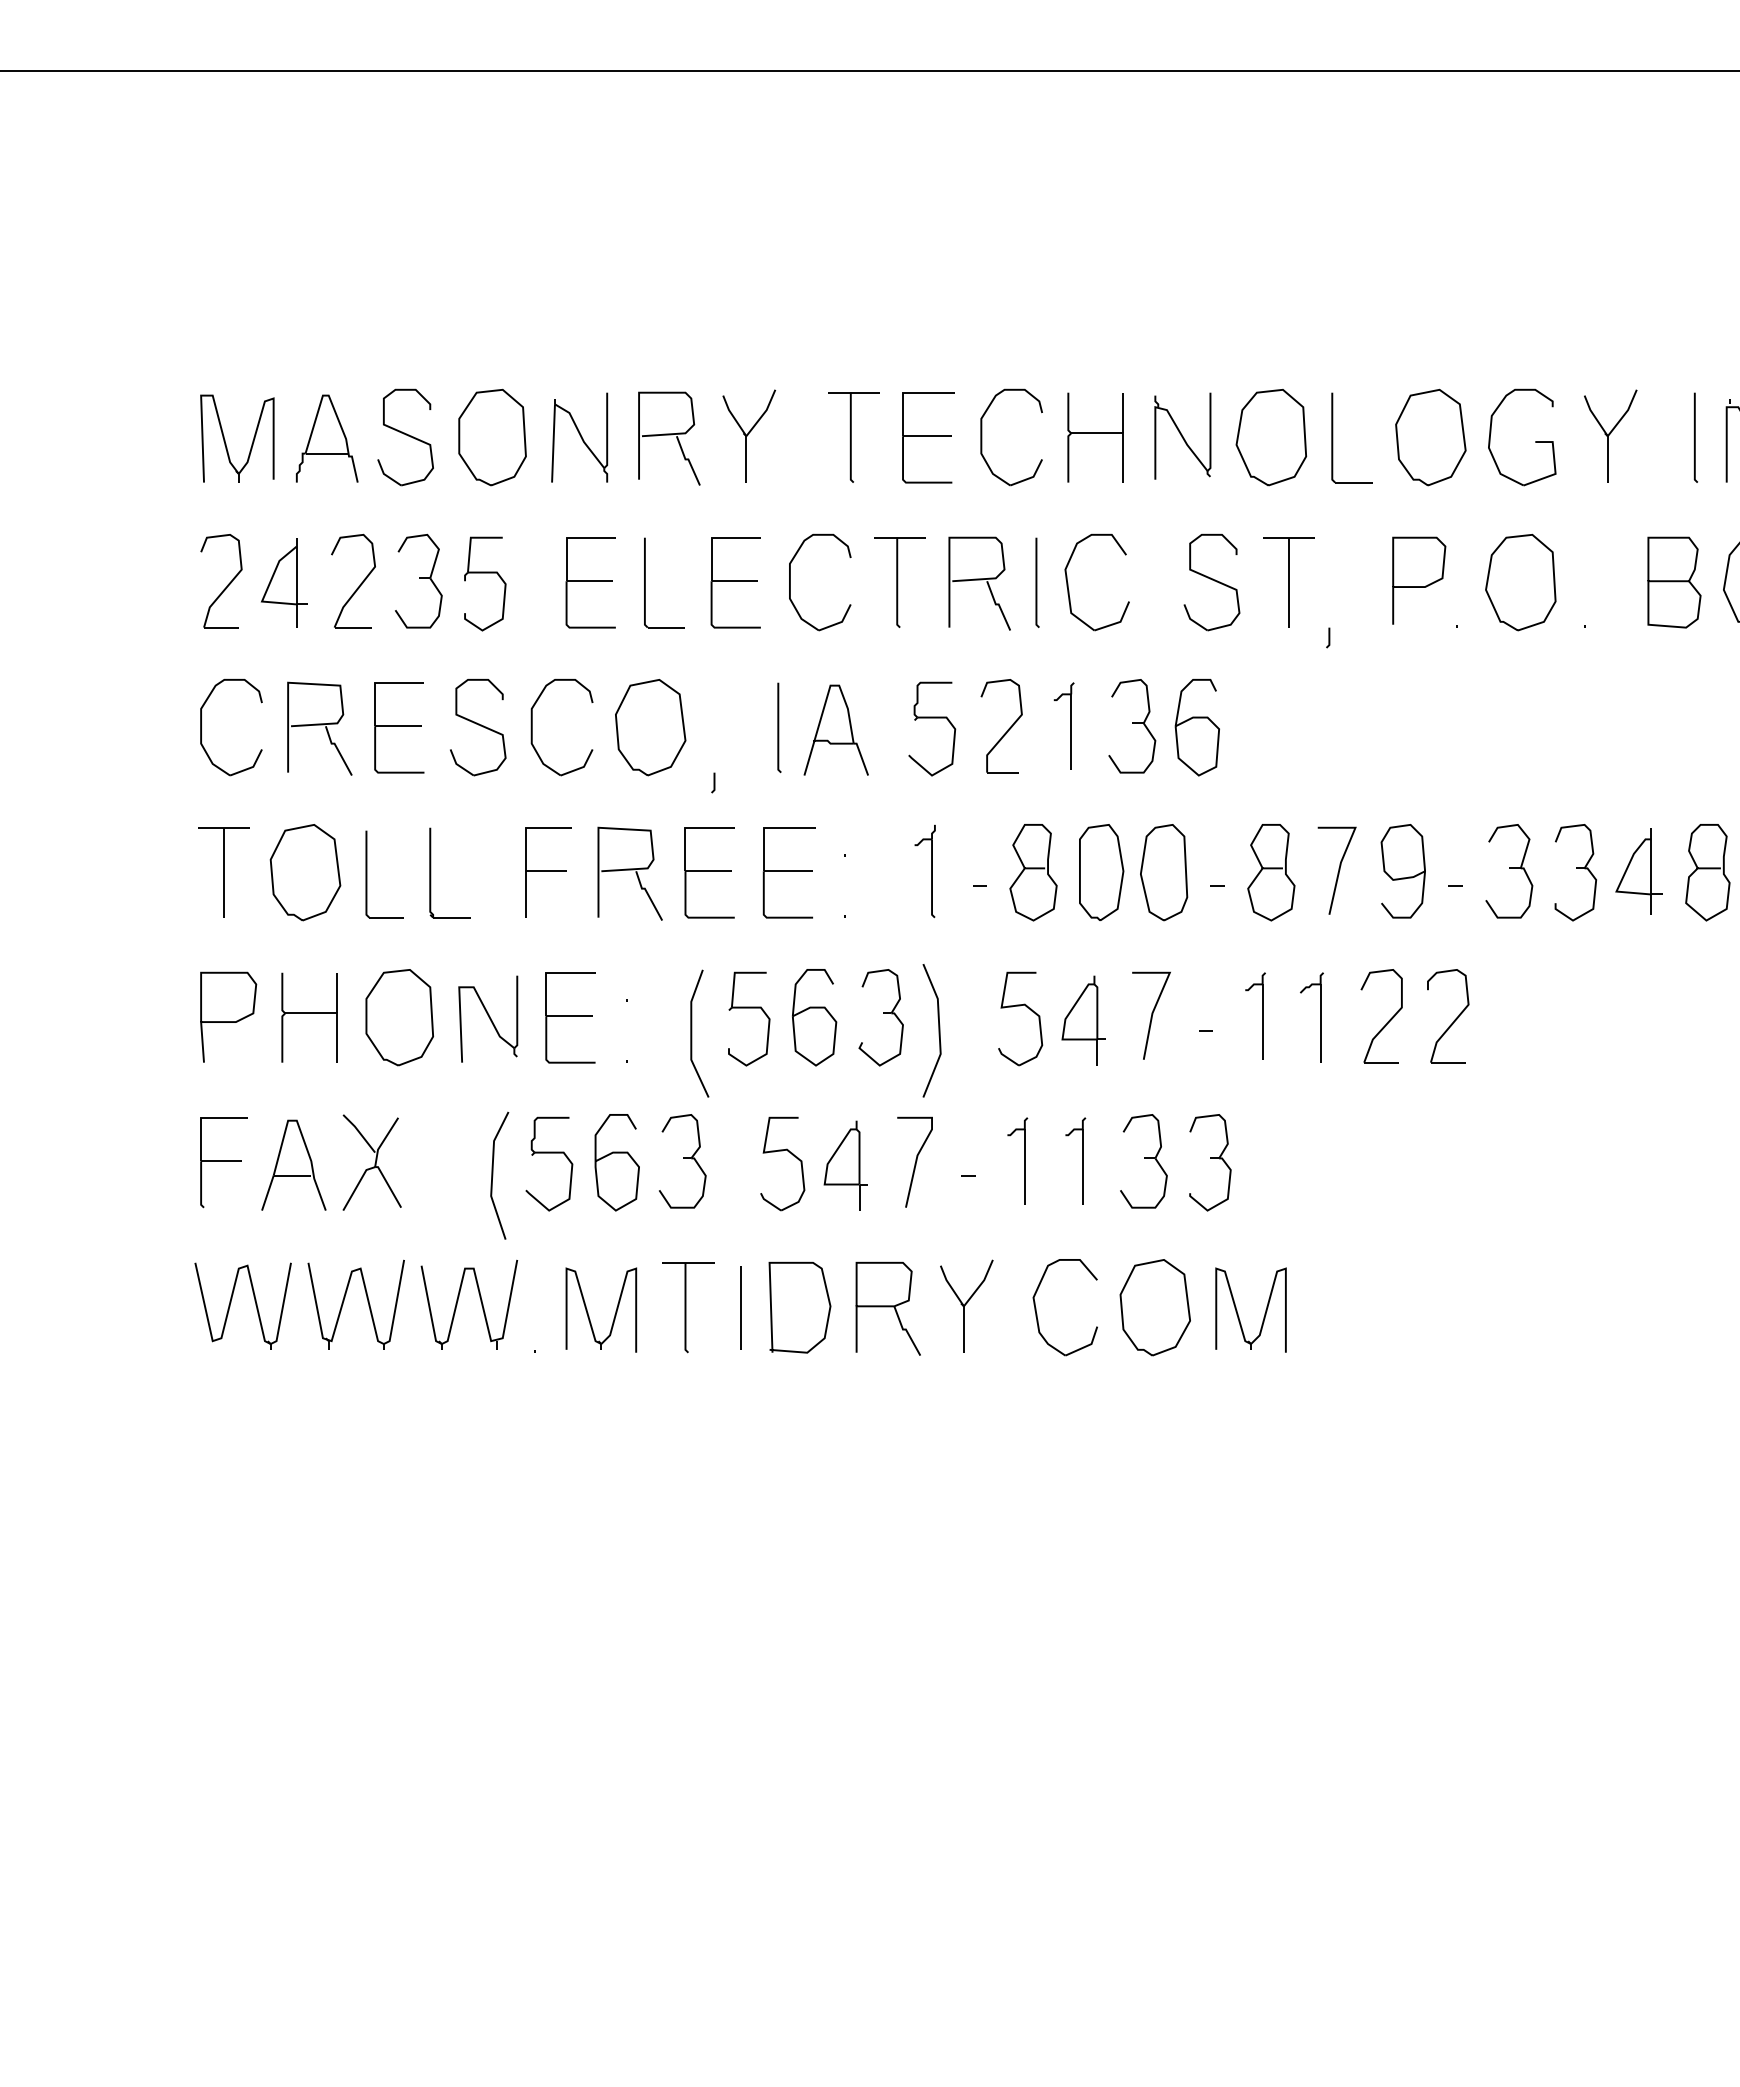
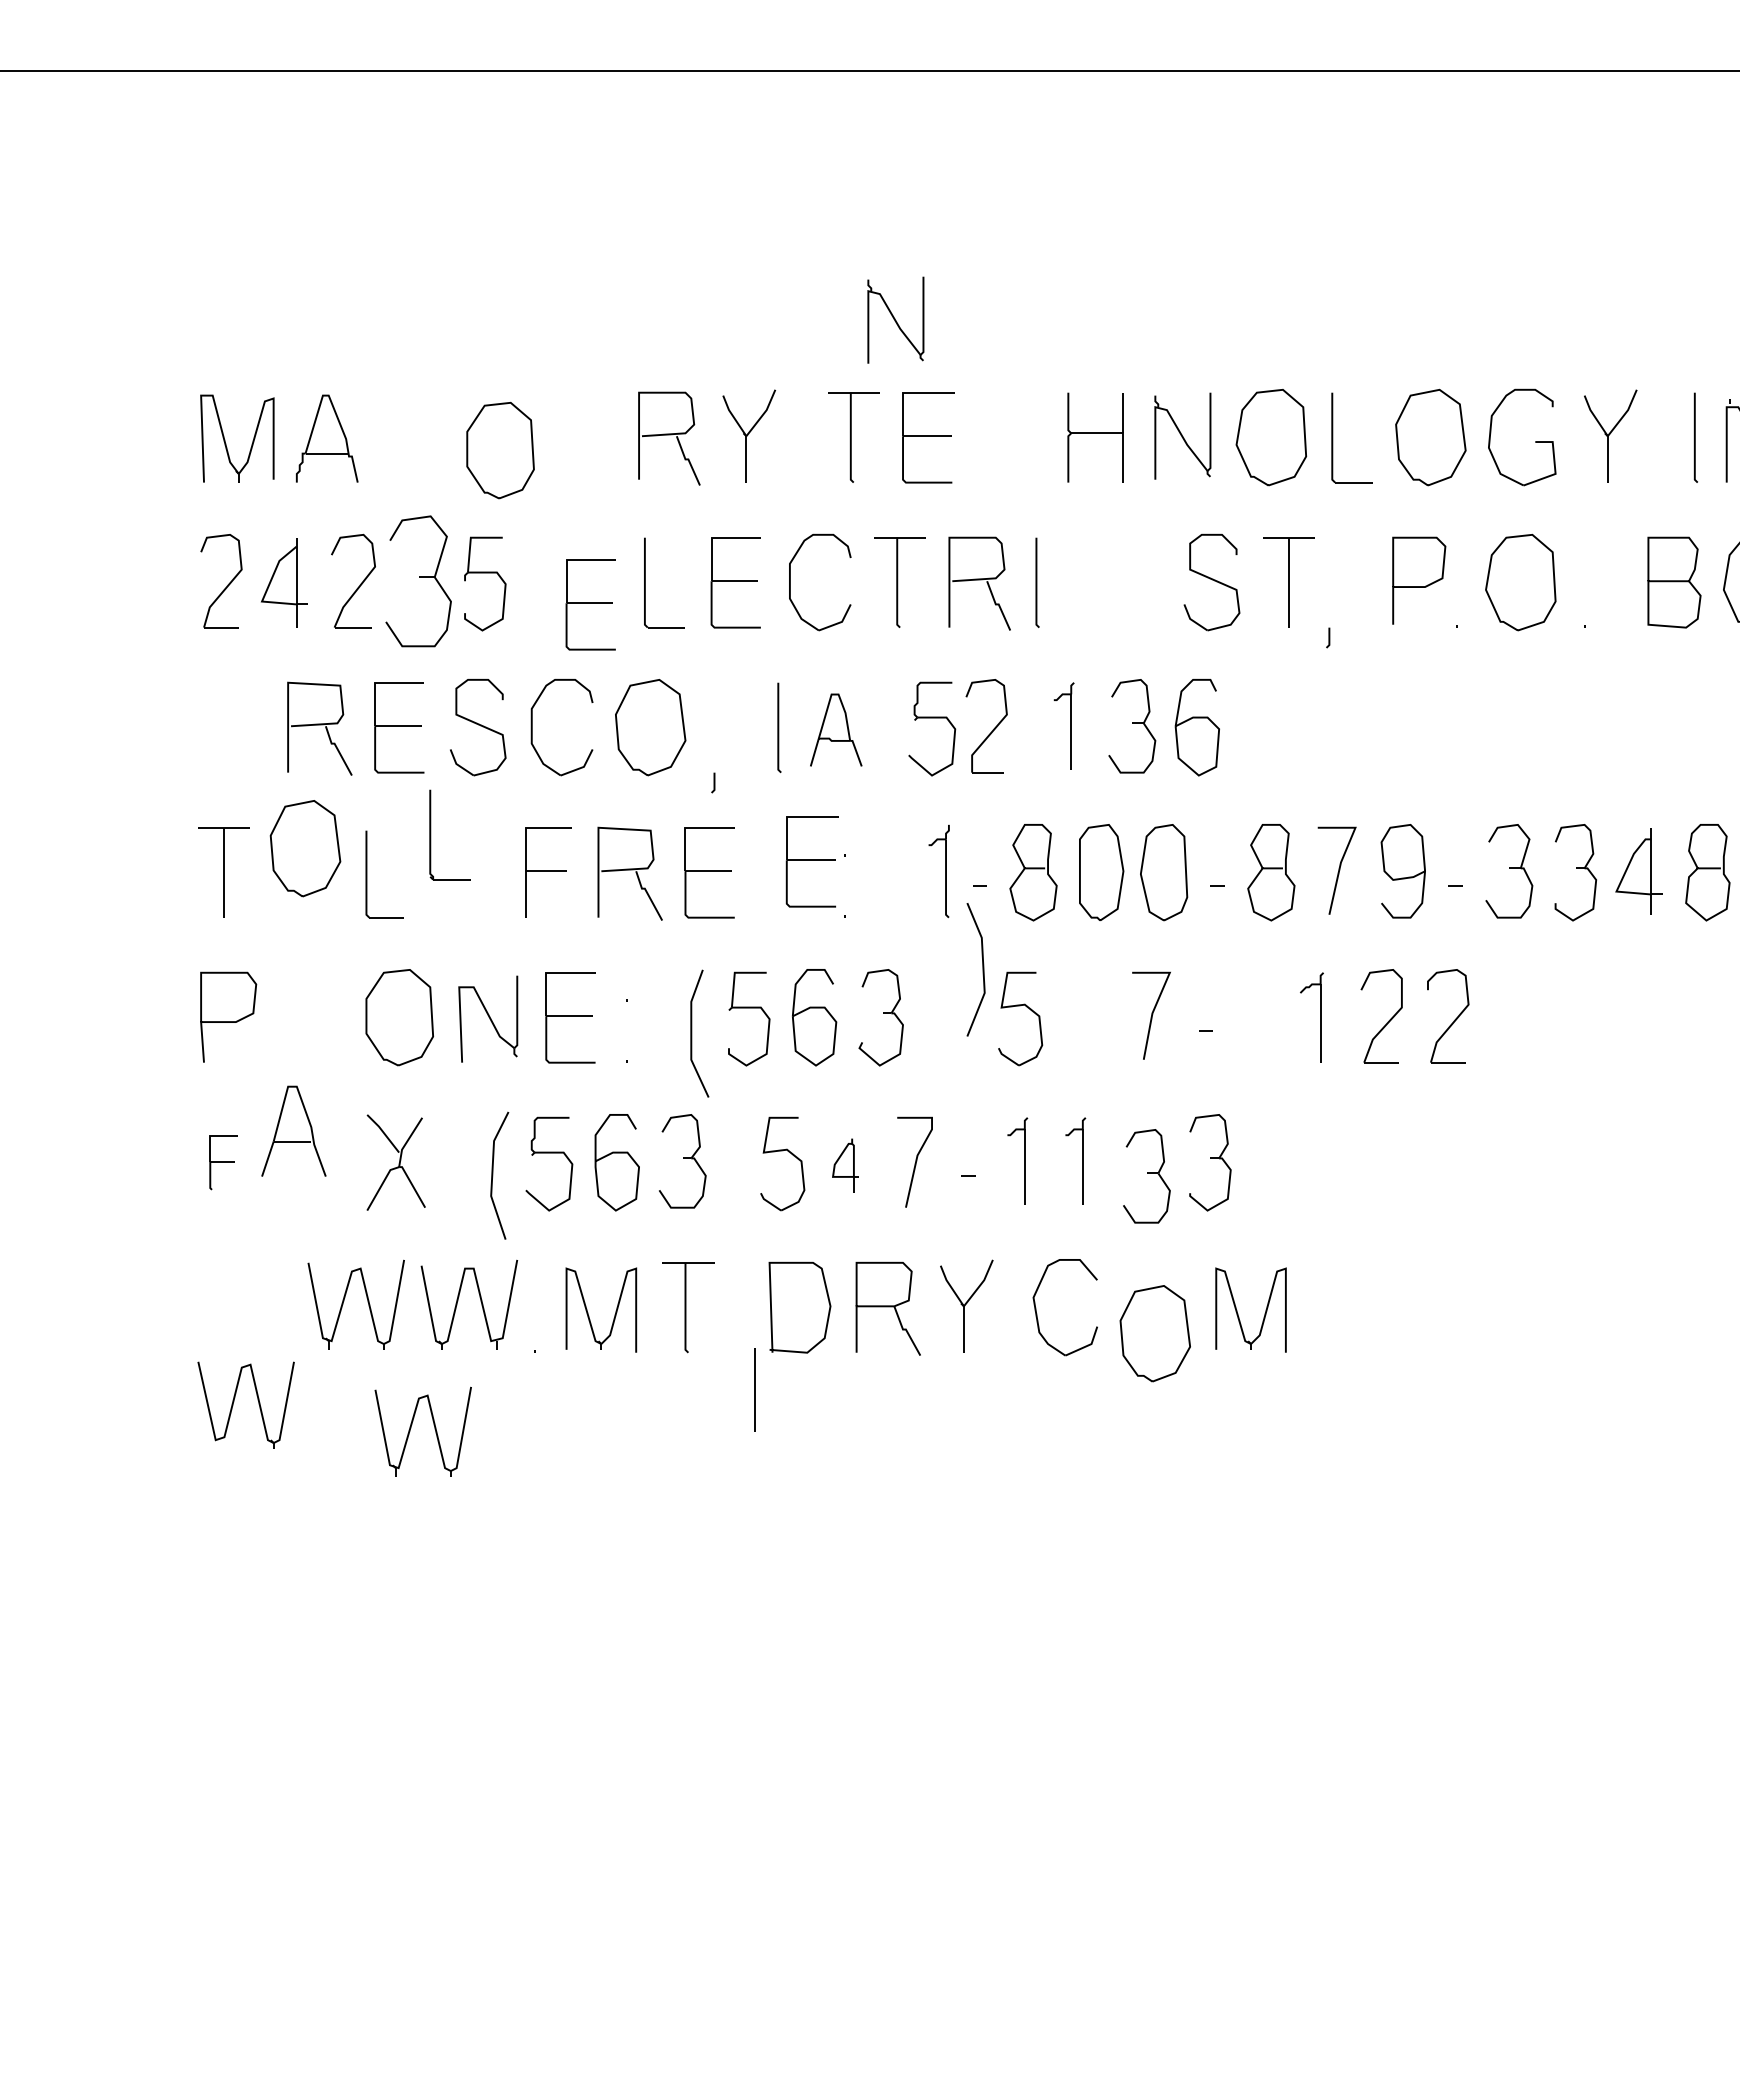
part at (895, 319): none -> present
part at (405, 437): present -> none
part at (492, 437) position: (492, 437) -> (500, 450)
part at (579, 437): present -> none
part at (982, 437): present -> none
part at (418, 580) size: 48x96 px -> 67x133 px
part at (590, 582) position: (590, 582) -> (590, 604)
part at (1068, 582): present -> none
part at (201, 727): present -> none
part at (835, 729) size: 66x92 px -> 53x74 px
part at (1007, 729) position: (1007, 729) -> (992, 729)
part at (931, 871) position: (931, 871) -> (945, 871)
part at (305, 872) position: (305, 872) -> (305, 848)
part at (431, 872) position: (431, 872) -> (431, 834)
part at (788, 872) position: (788, 872) -> (811, 861)
part at (1262, 1015): present -> none
part at (309, 1017): present -> none
part at (1083, 1020): present -> none
line at (938, 1030) position: (938, 1030) -> (982, 969)
part at (1143, 1161) position: (1143, 1161) -> (1146, 1176)
part at (223, 1162) size: 48x92 px -> 29x56 px
part at (371, 1162) position: (371, 1162) -> (395, 1162)
part at (845, 1165) size: 45x91 px -> 27x55 px
part at (293, 1175) position: (293, 1175) -> (293, 1141)
part at (231, 1302) position: (231, 1302) -> (234, 1401)
line at (740, 1307) position: (740, 1307) -> (754, 1389)
part at (1154, 1307) position: (1154, 1307) -> (1154, 1333)
part at (411, 1428): none -> present
